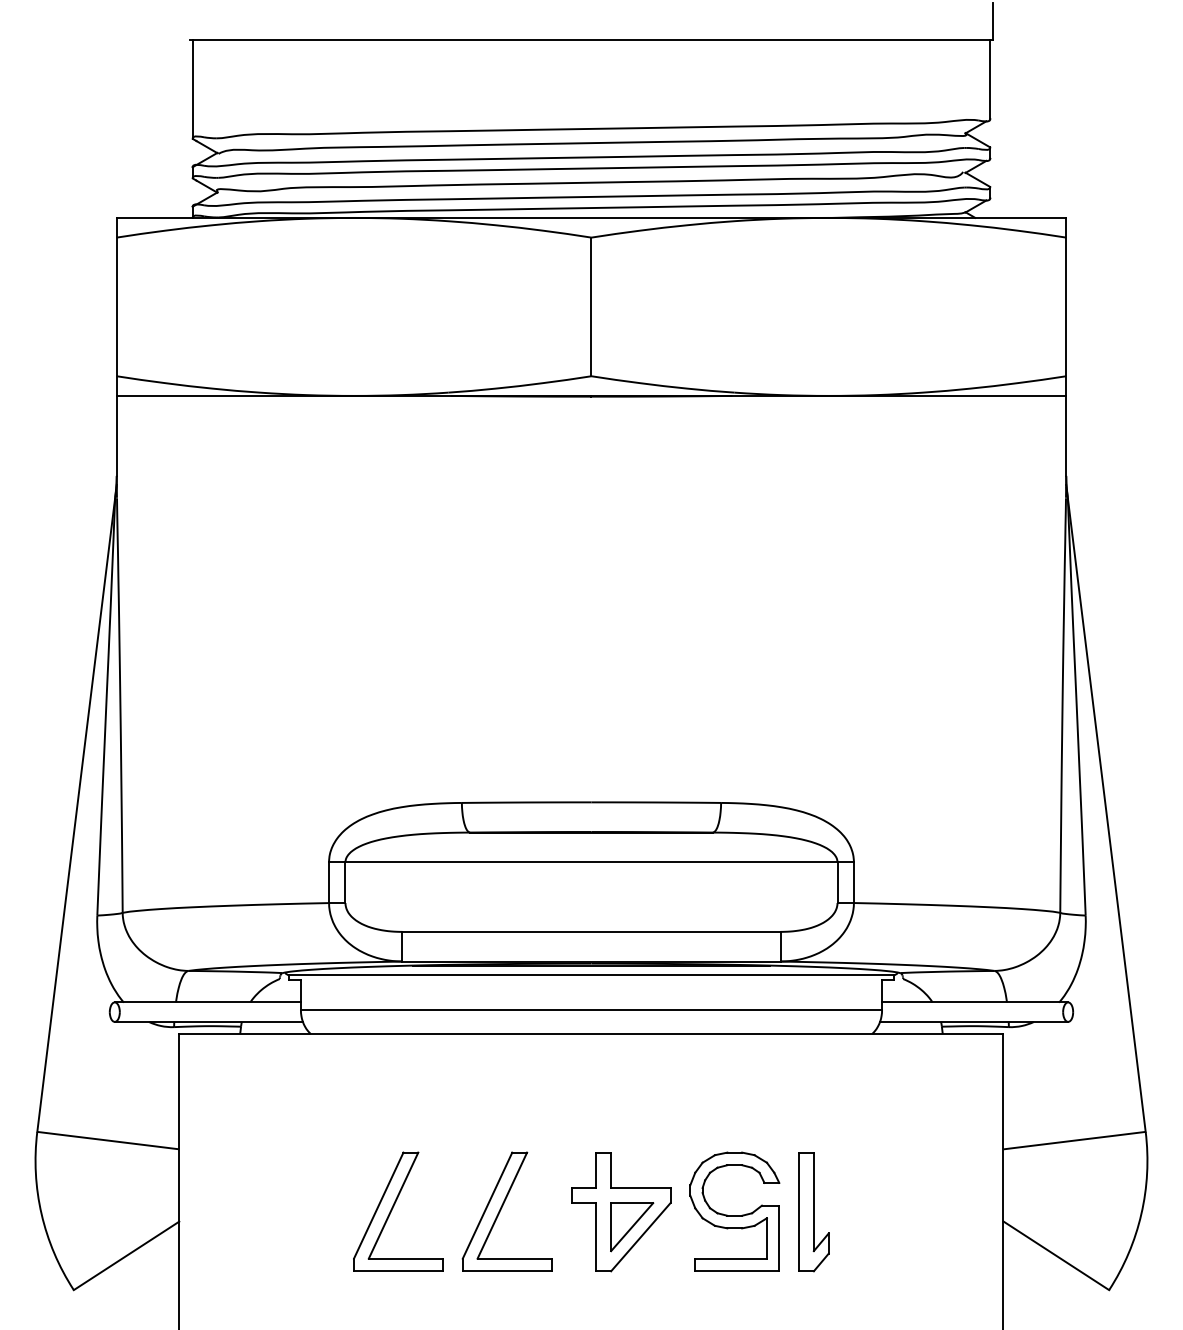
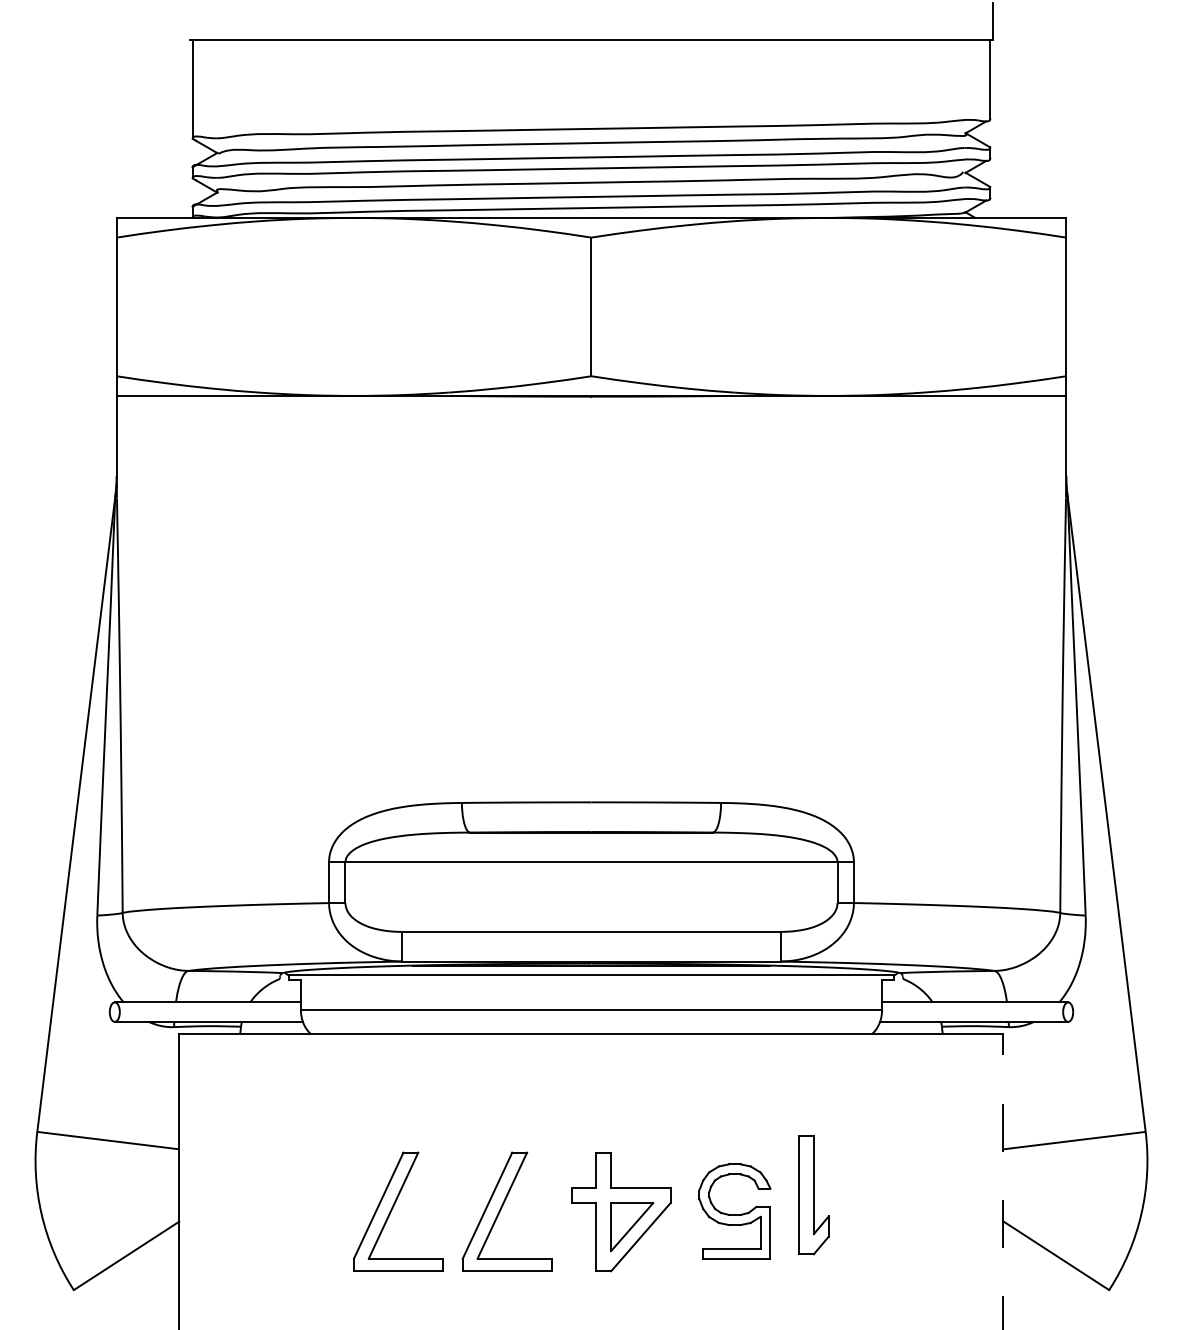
line at (1003, 1181): solid -> dashed
part at (734, 1211) size: 92x121 px -> 74x97 px
part at (813, 1212) position: (813, 1212) -> (813, 1195)
